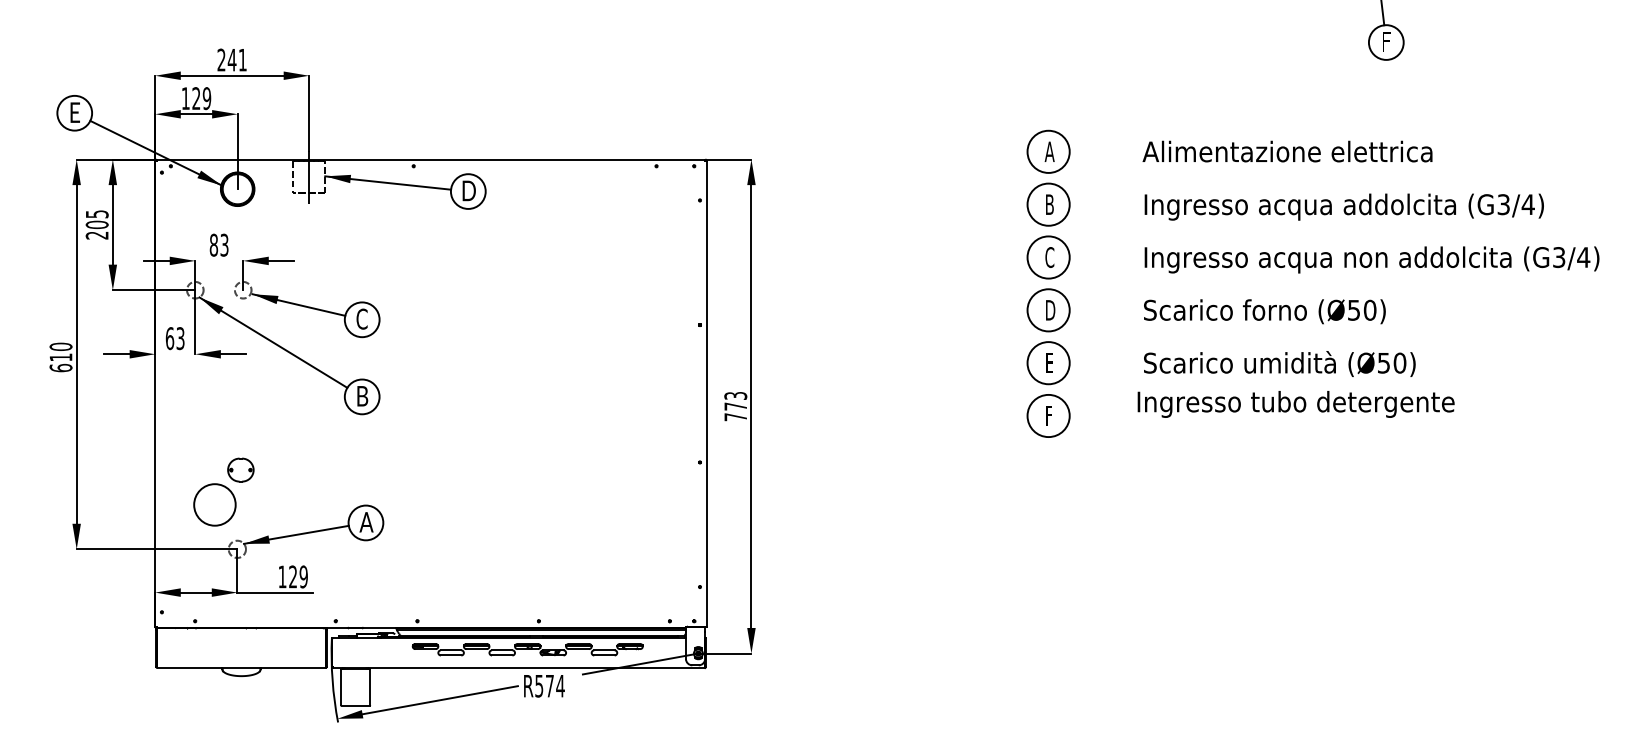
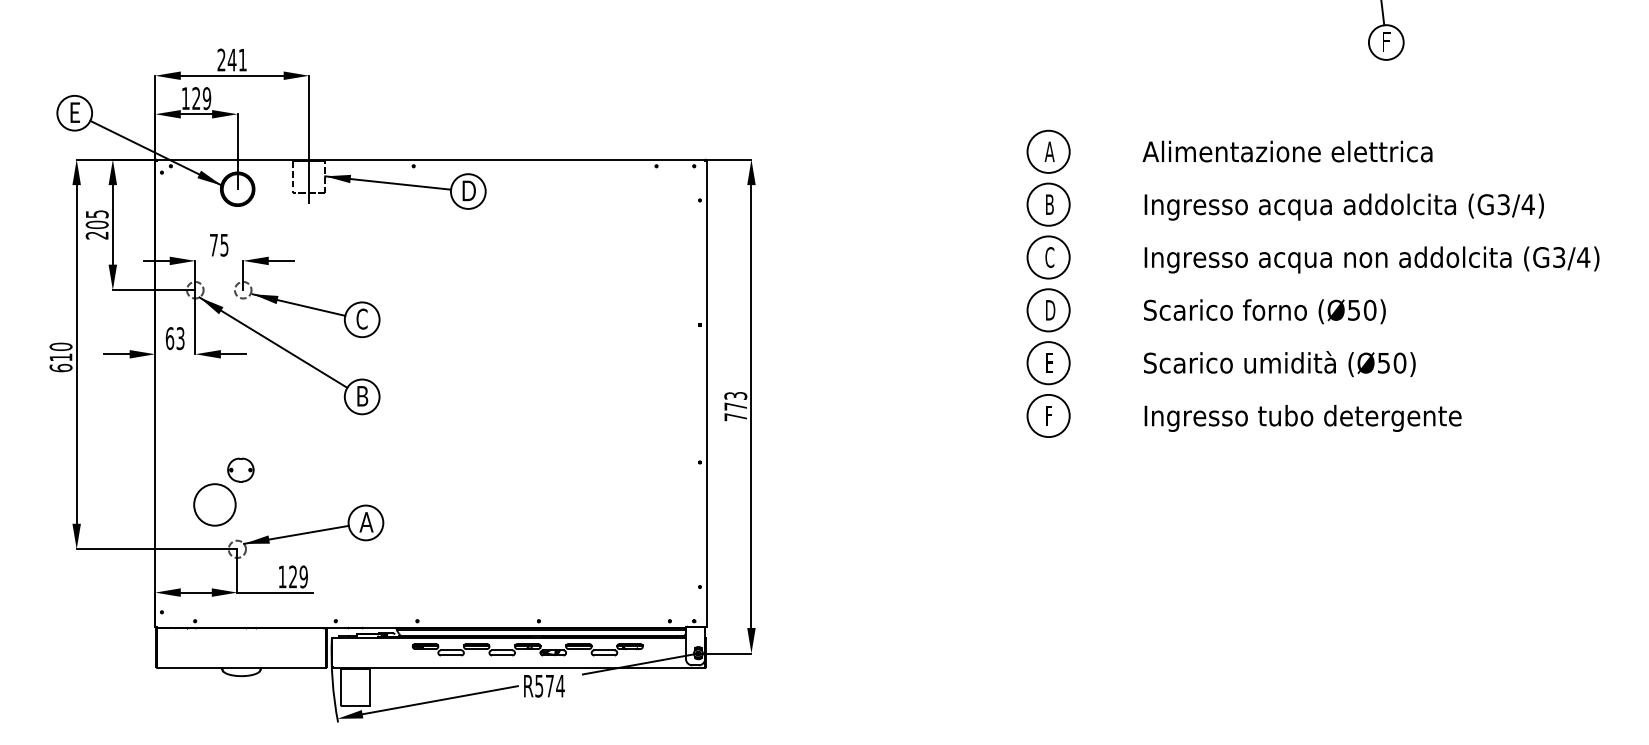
text at (218, 244): 83 -> 75
text at (1295, 404) position: (1295, 404) -> (1302, 418)
